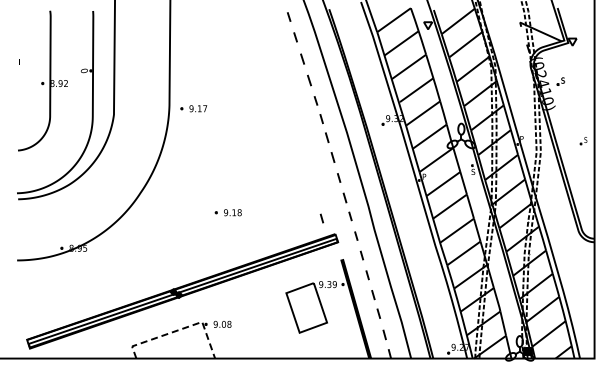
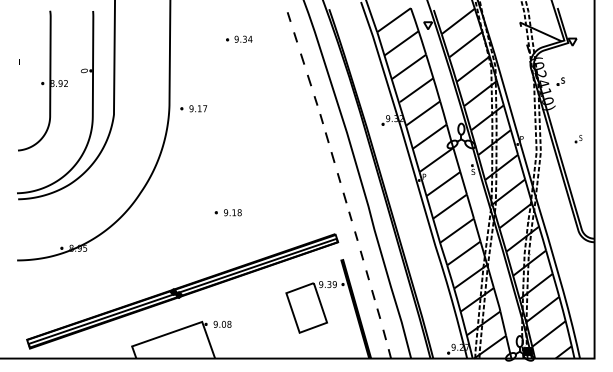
part at (239, 38): none -> present
part at (583, 141) position: (583, 141) -> (578, 139)
line at (321, 218): present -> none
line at (179, 329): dashed -> solid
